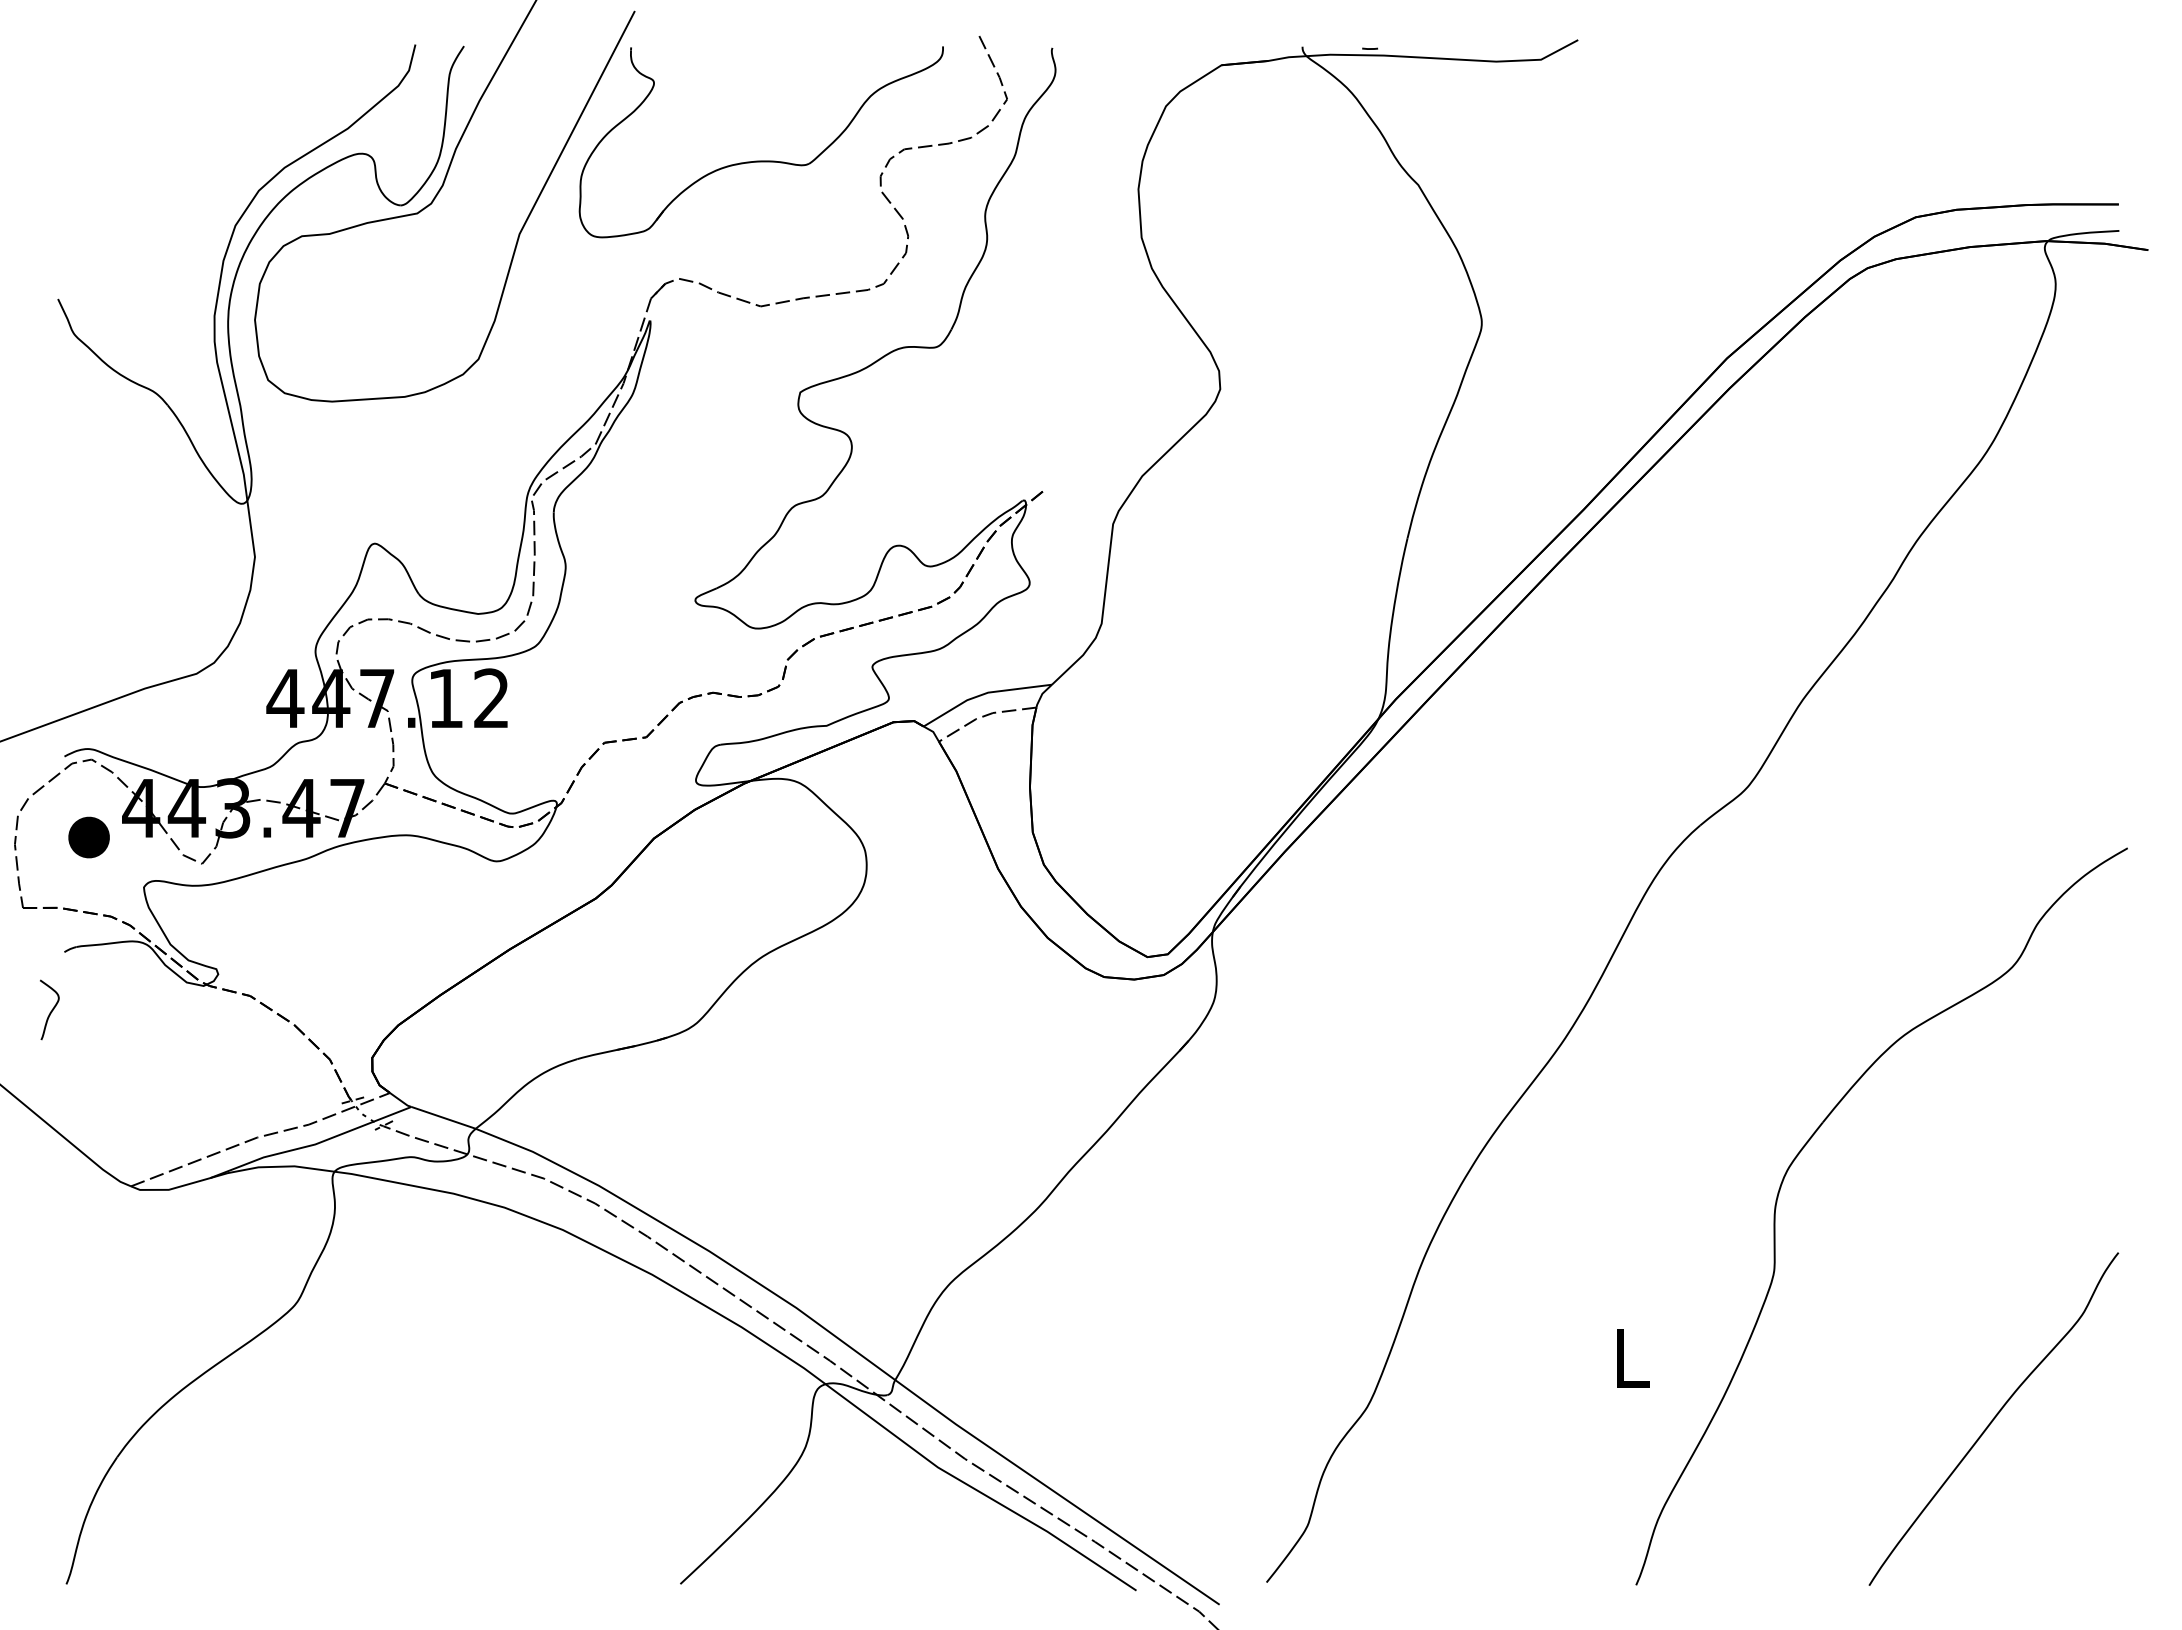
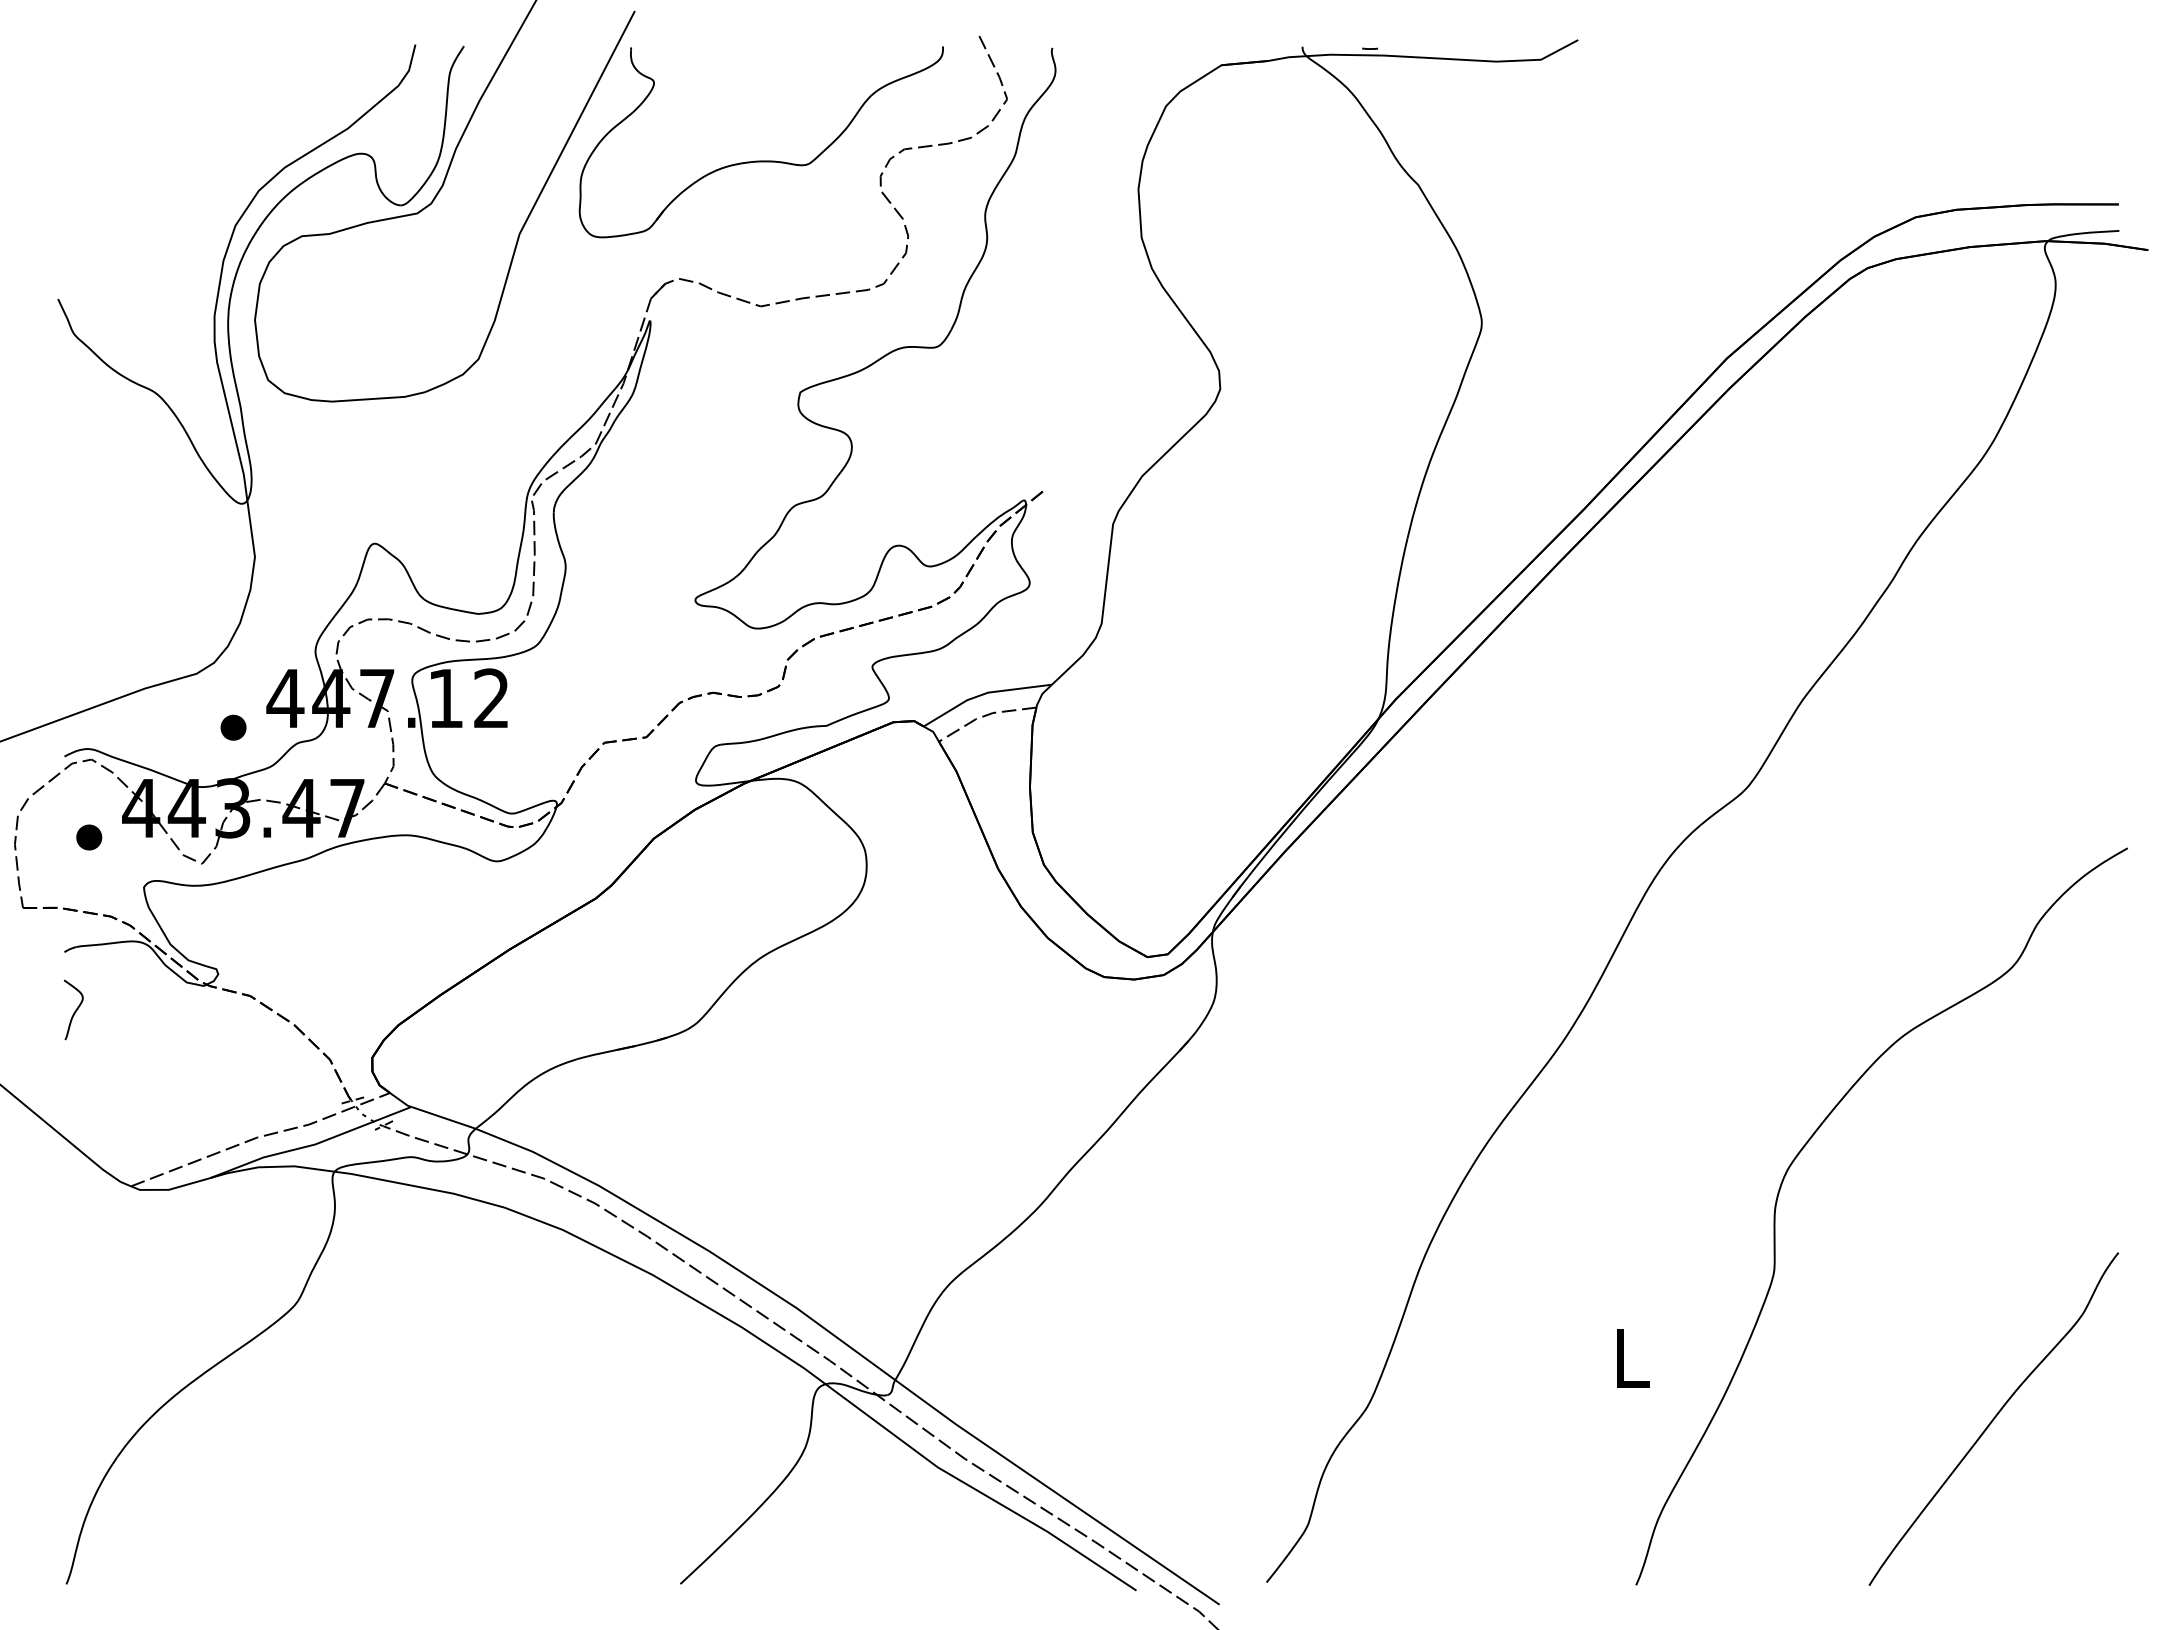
part at (233, 727): none -> present
part at (88, 837) size: 42x43 px -> 27x27 px
curve at (51, 1009) position: (51, 1009) -> (75, 1009)
